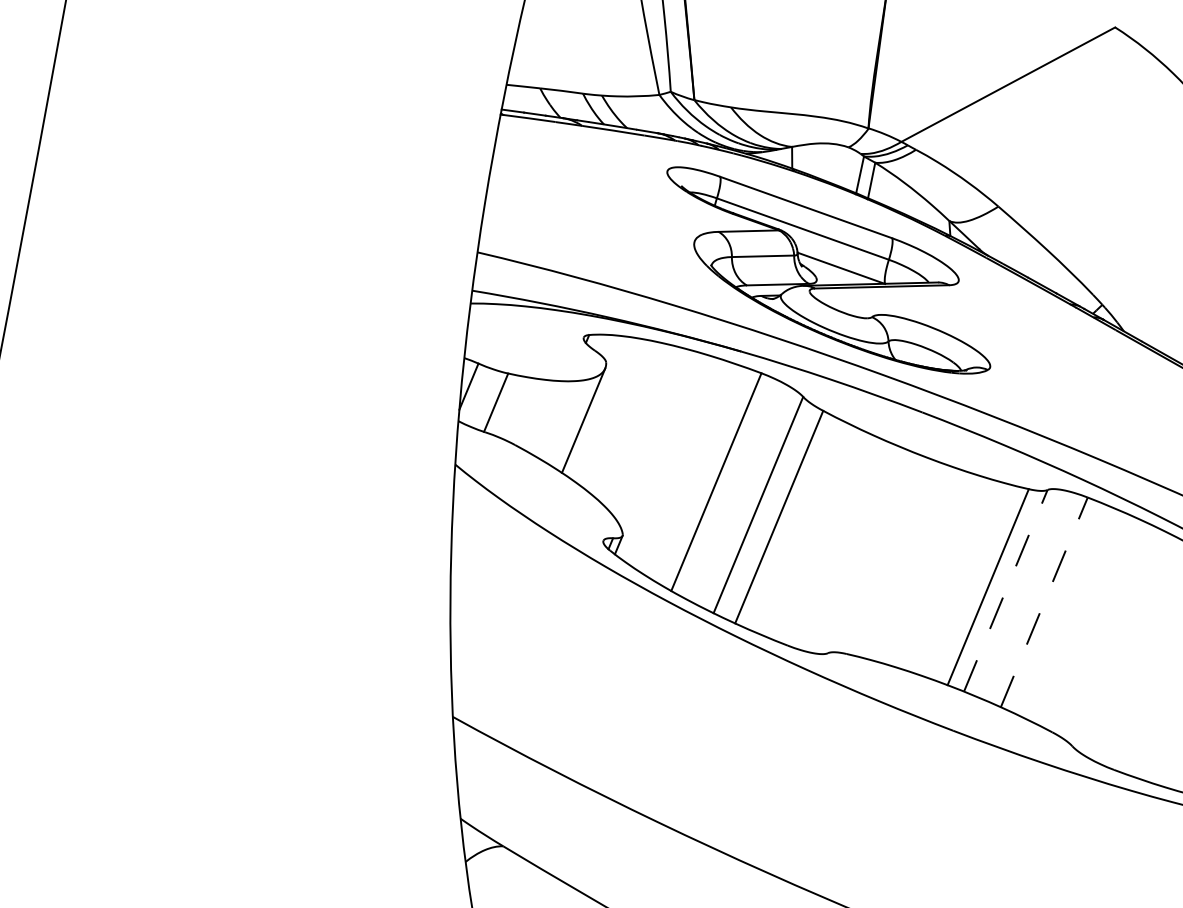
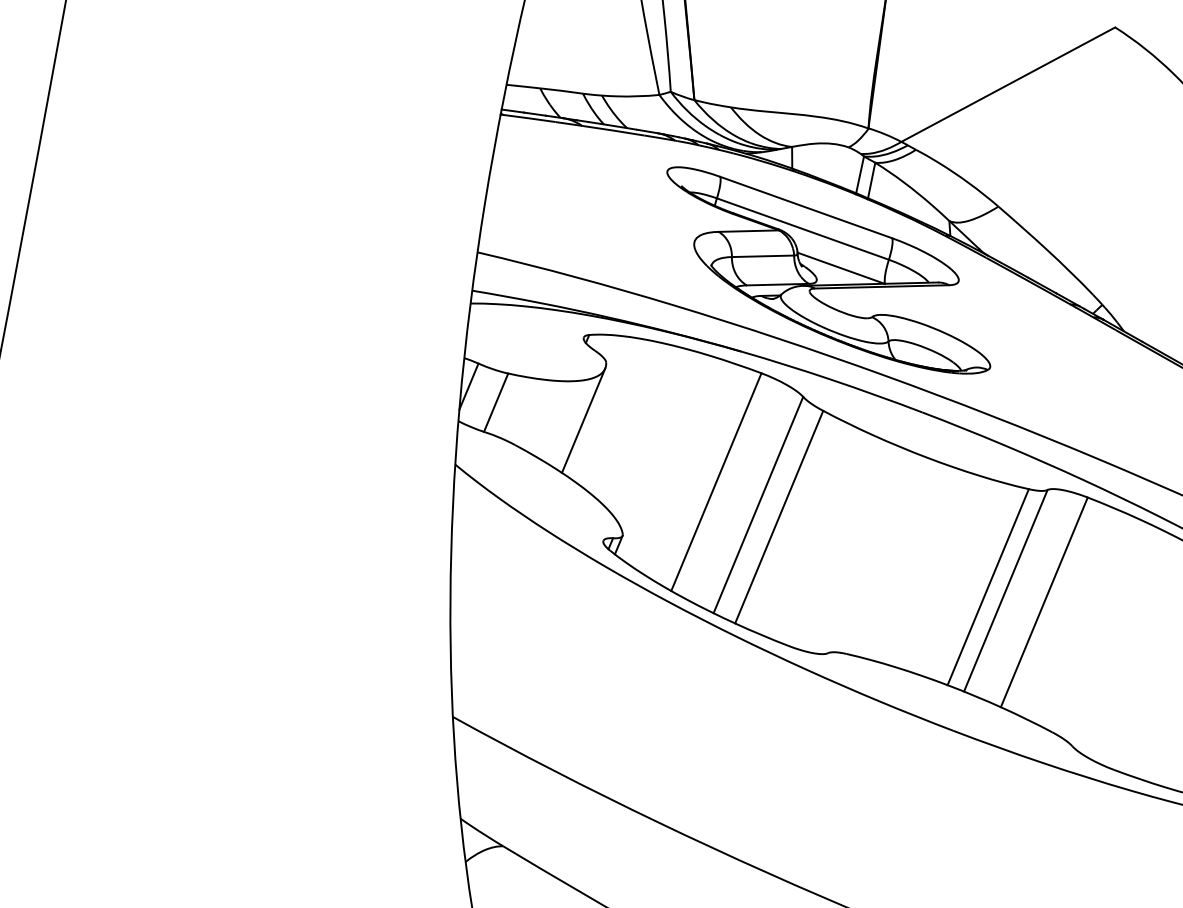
line at (1005, 590): dashed -> solid
line at (1044, 601): dashed -> solid
